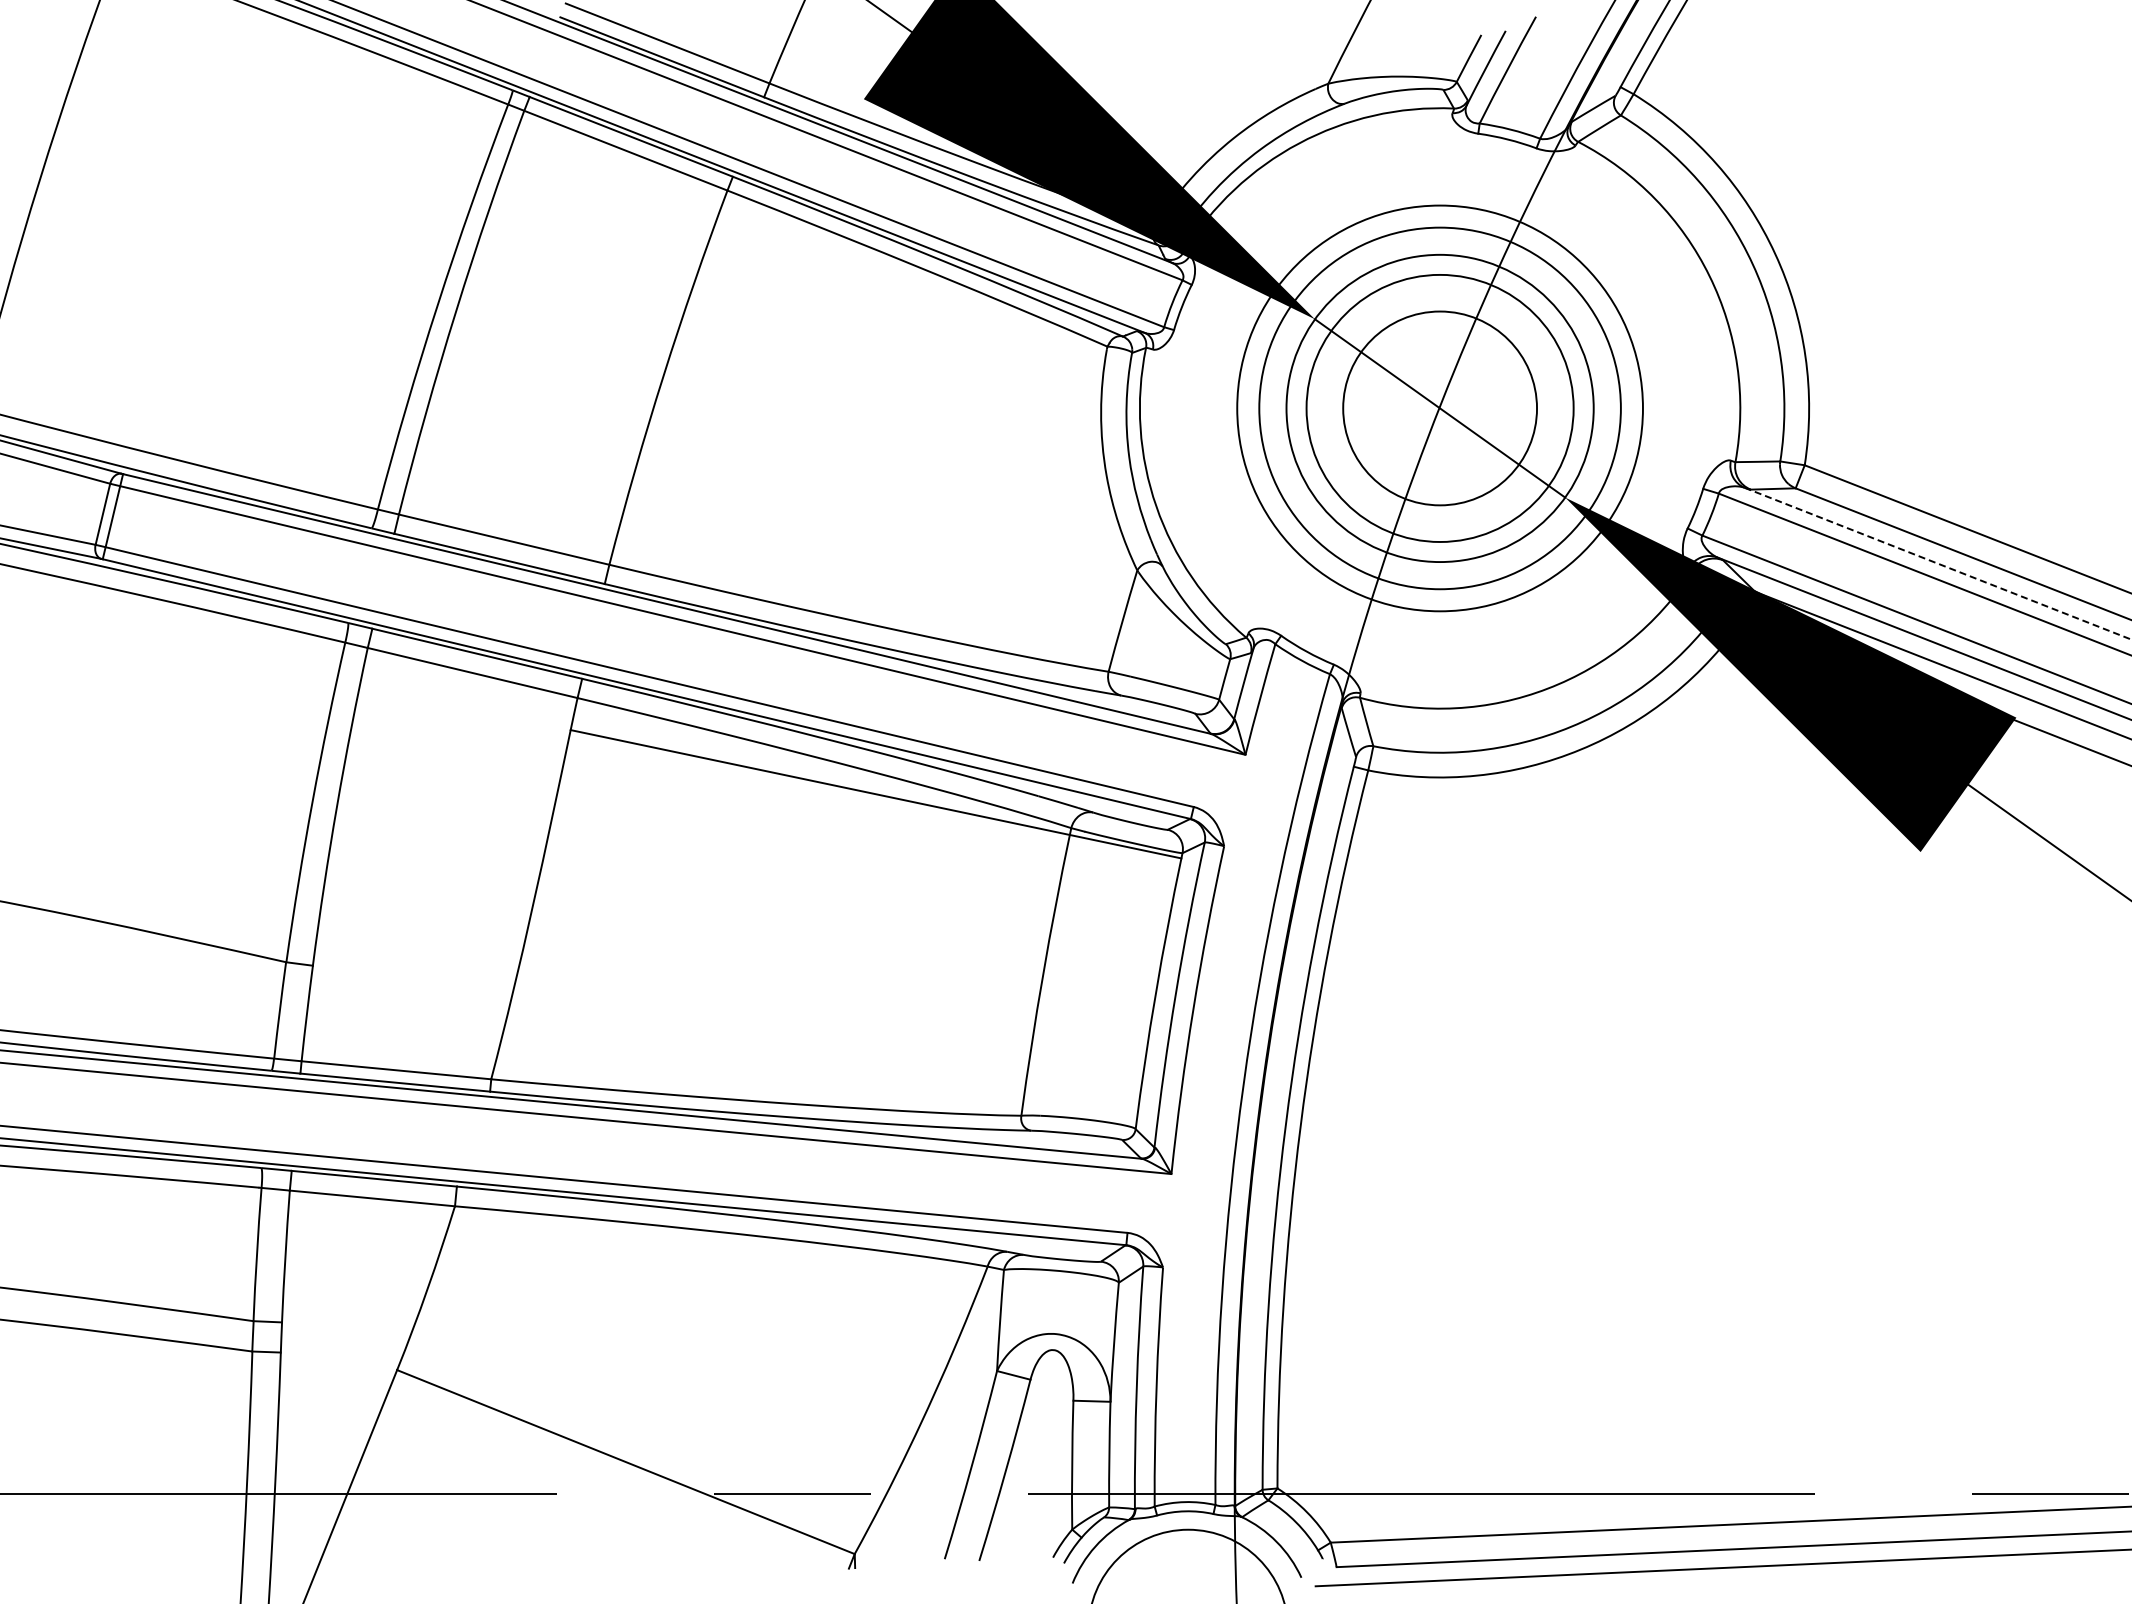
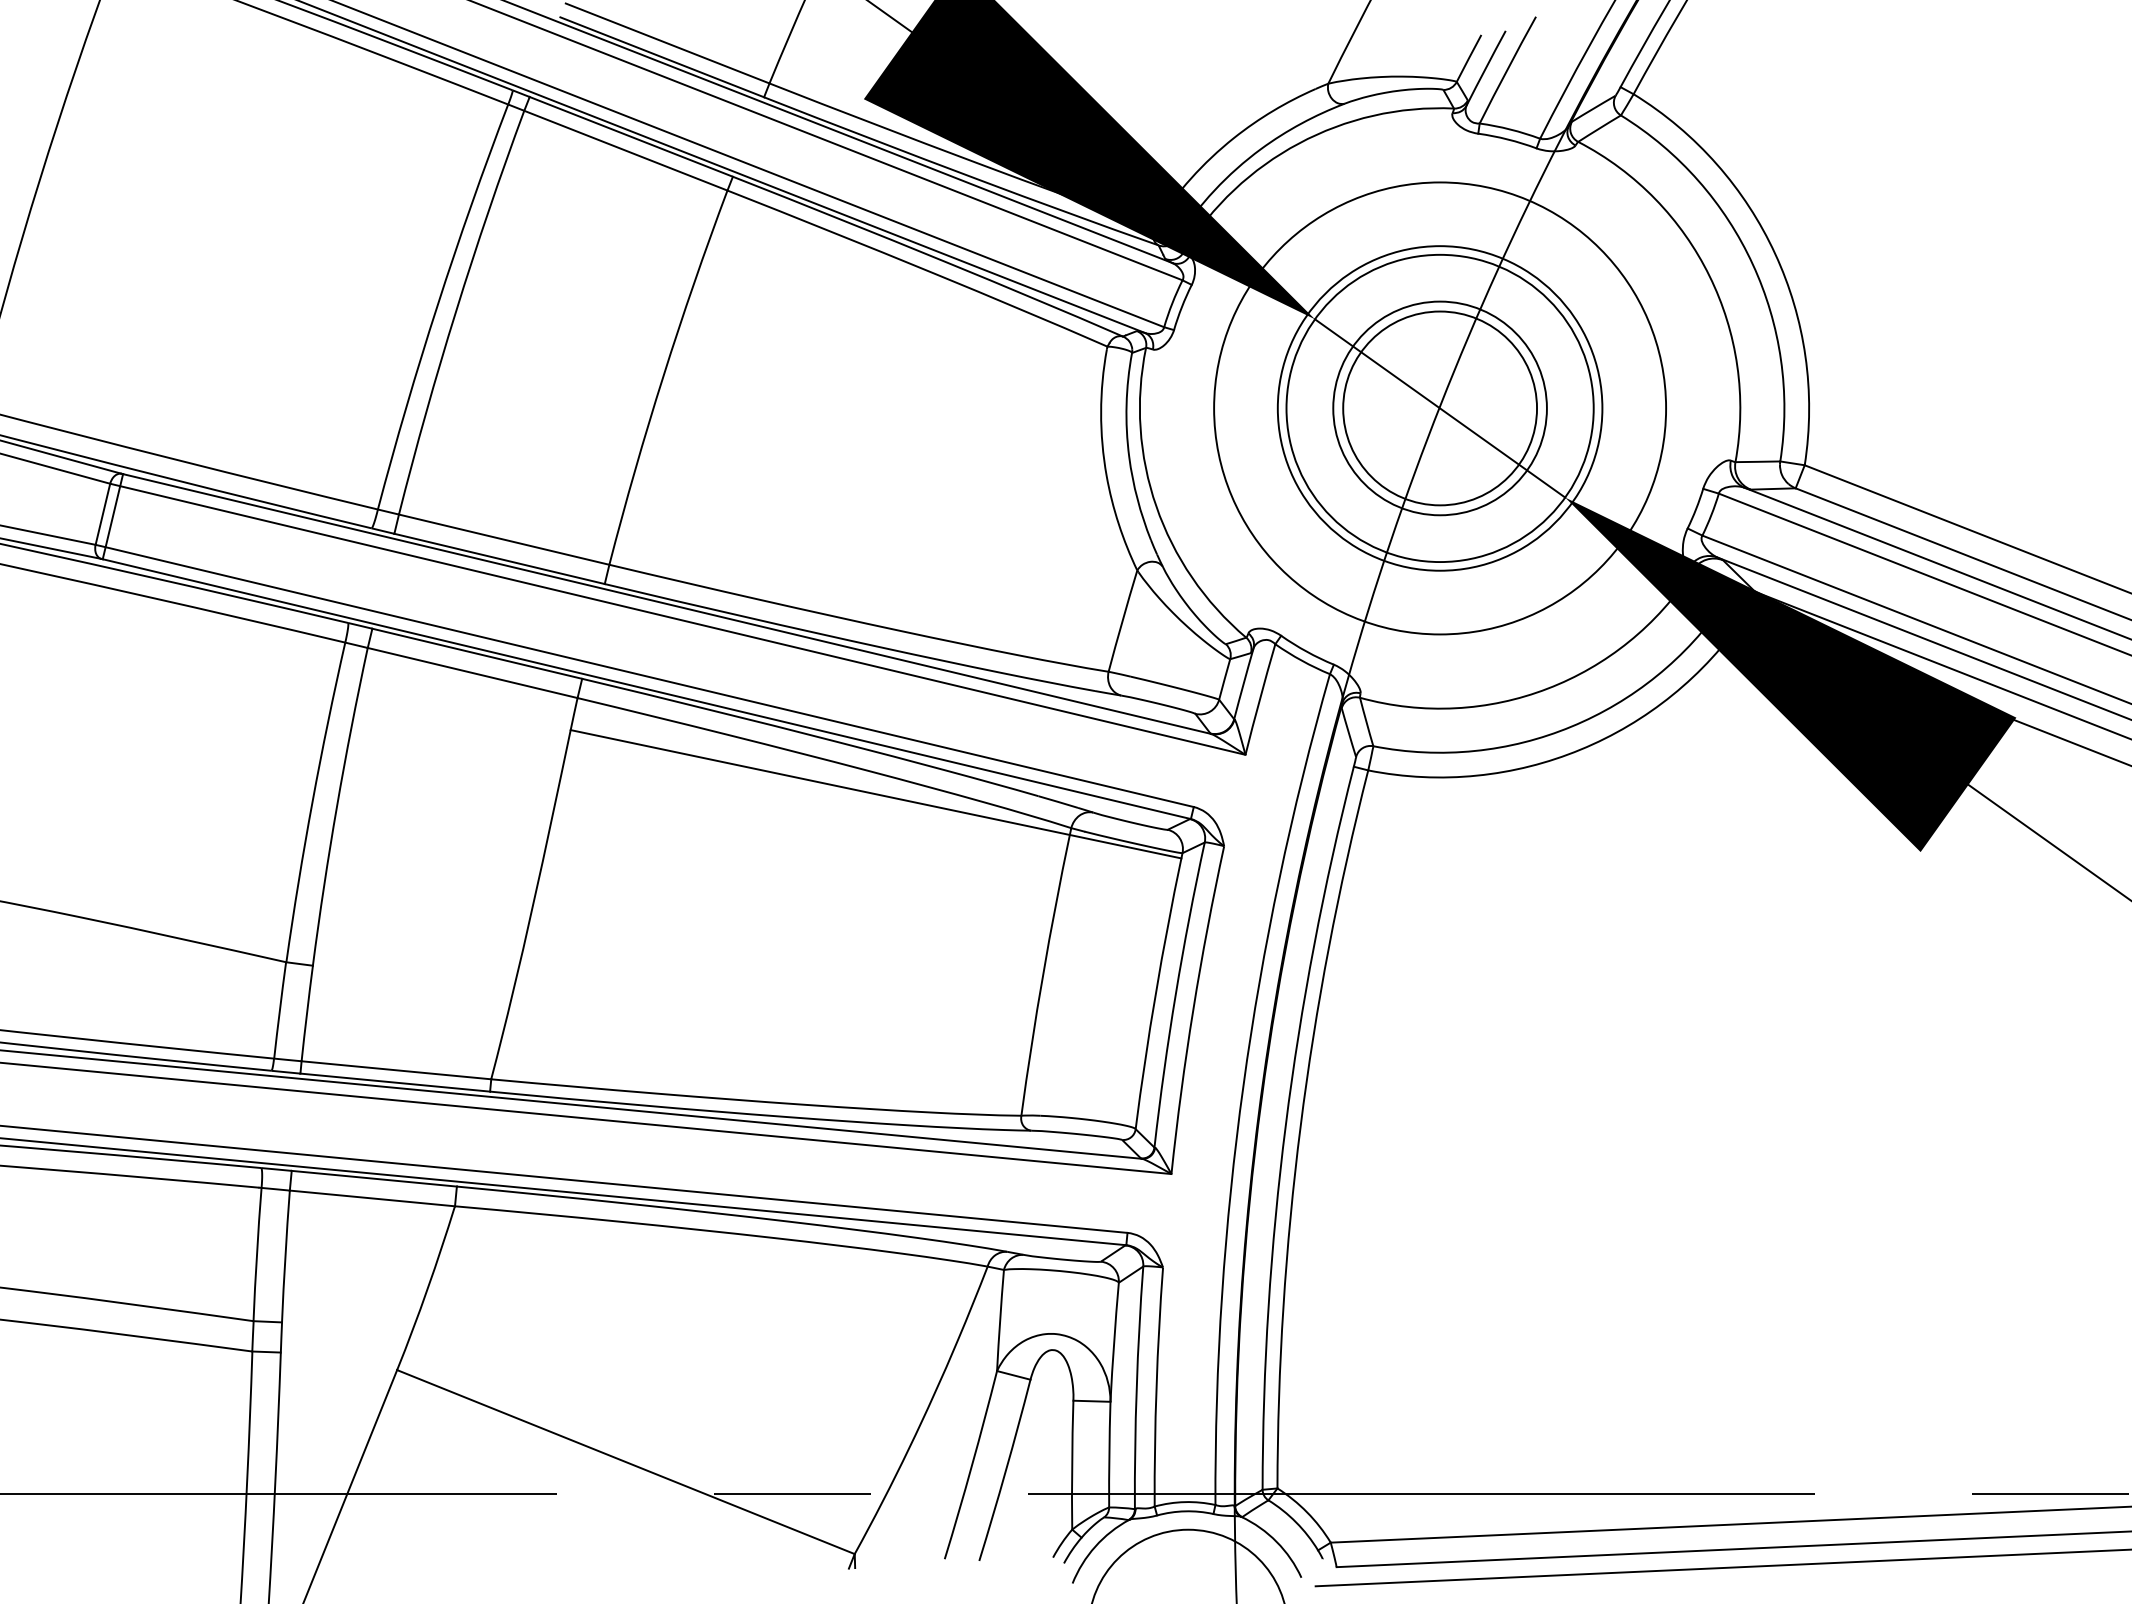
circle at (1439, 408) diameter: 267 px -> 214 px
circle at (1439, 408) diameter: 362 px -> 452 px
circle at (1439, 408) diameter: 406 px -> 325 px
line at (1938, 563): dashed -> solid
